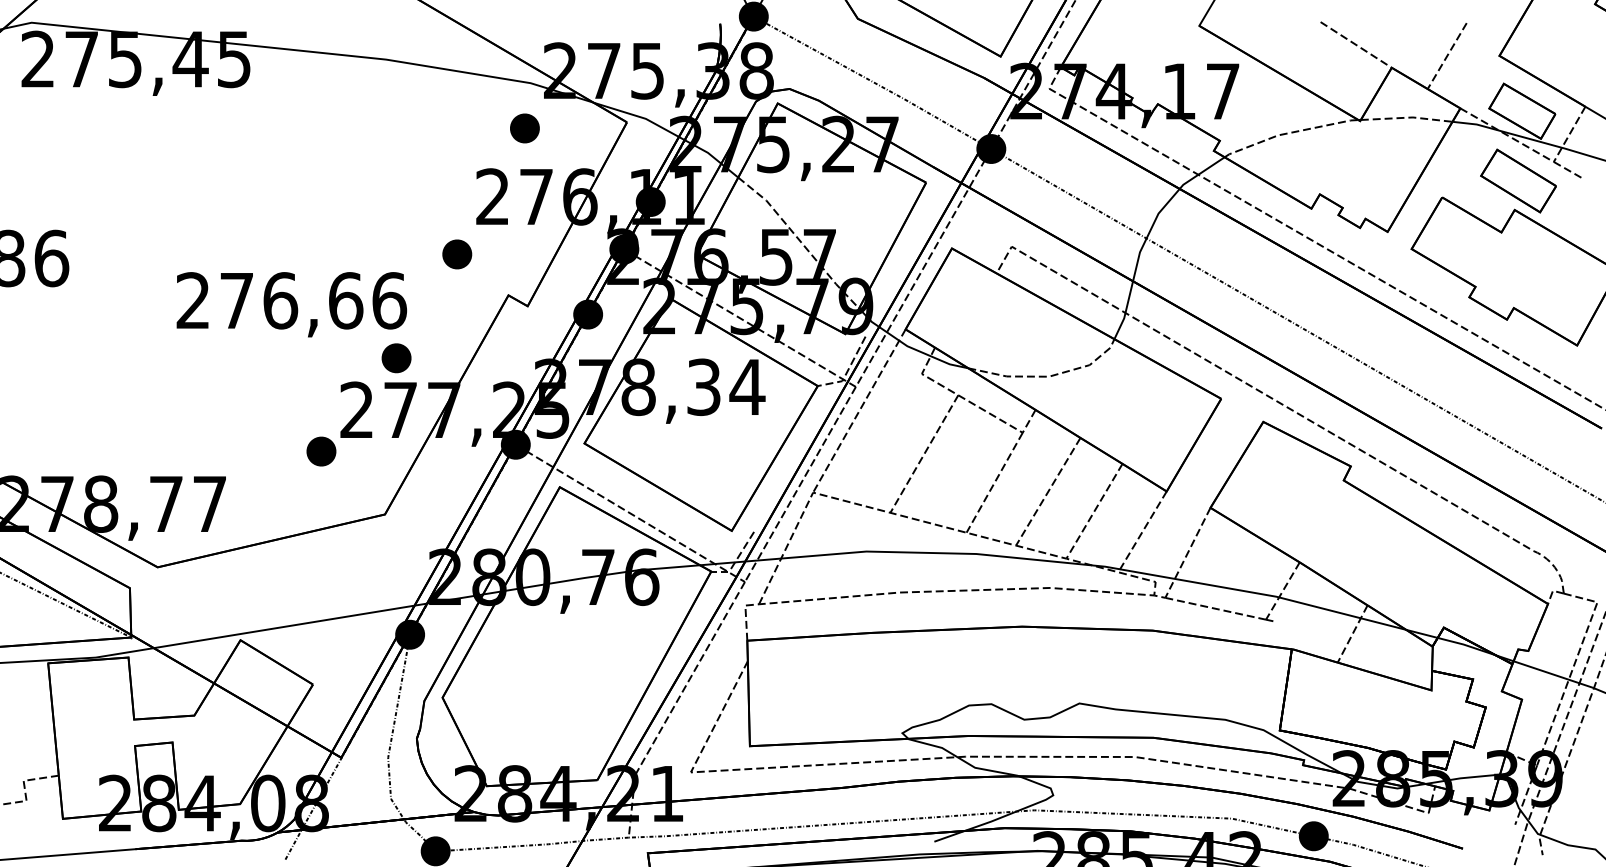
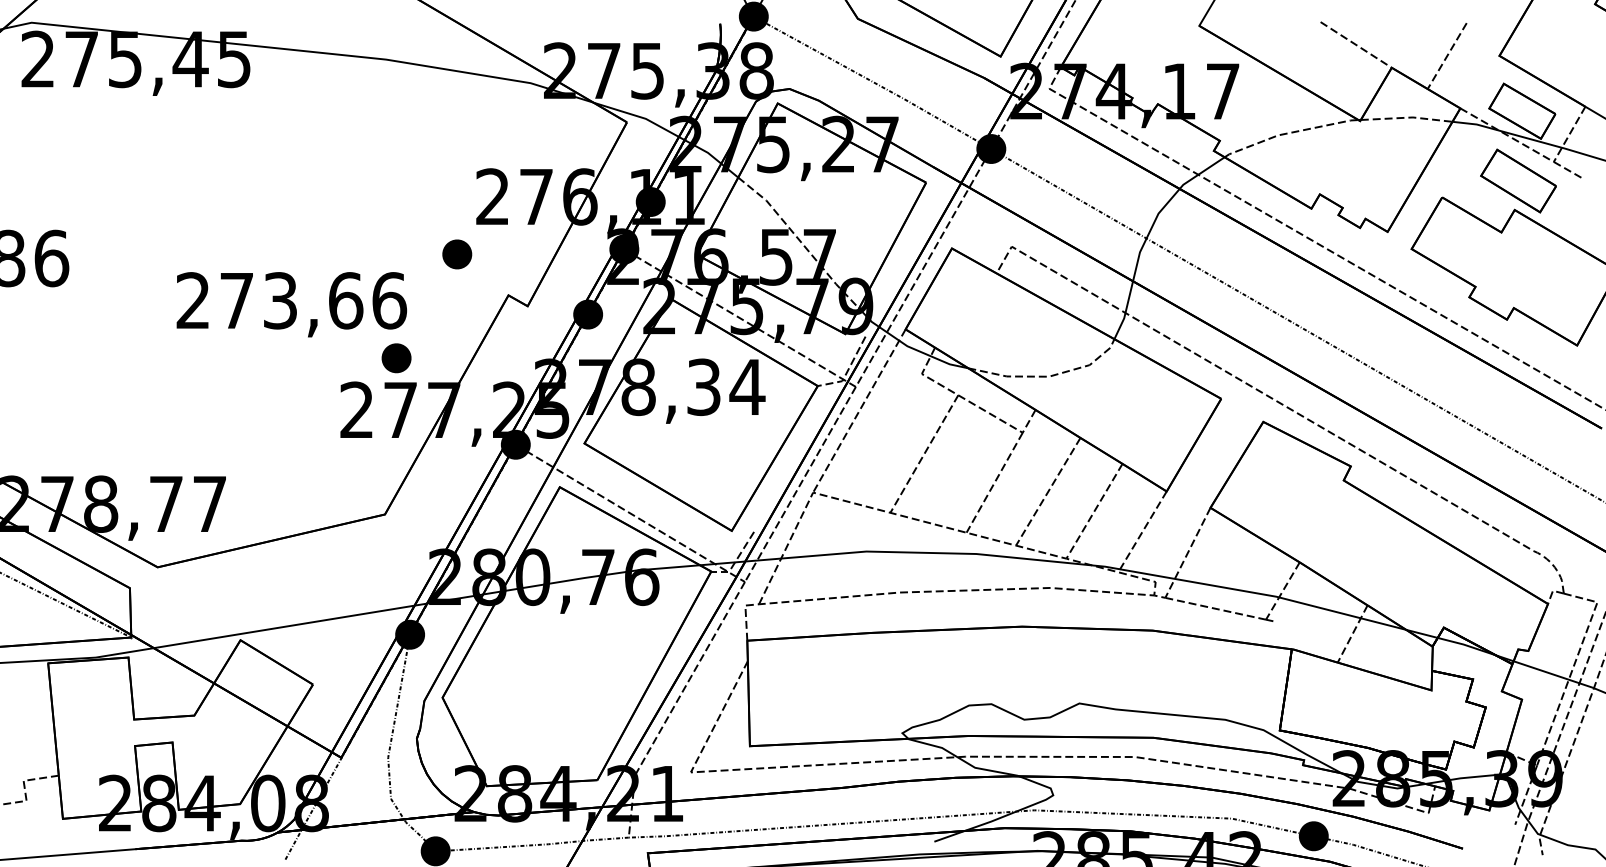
part at (524, 128): present -> none
text at (280, 300): 276,66 -> 273,66
part at (321, 451): present -> none
